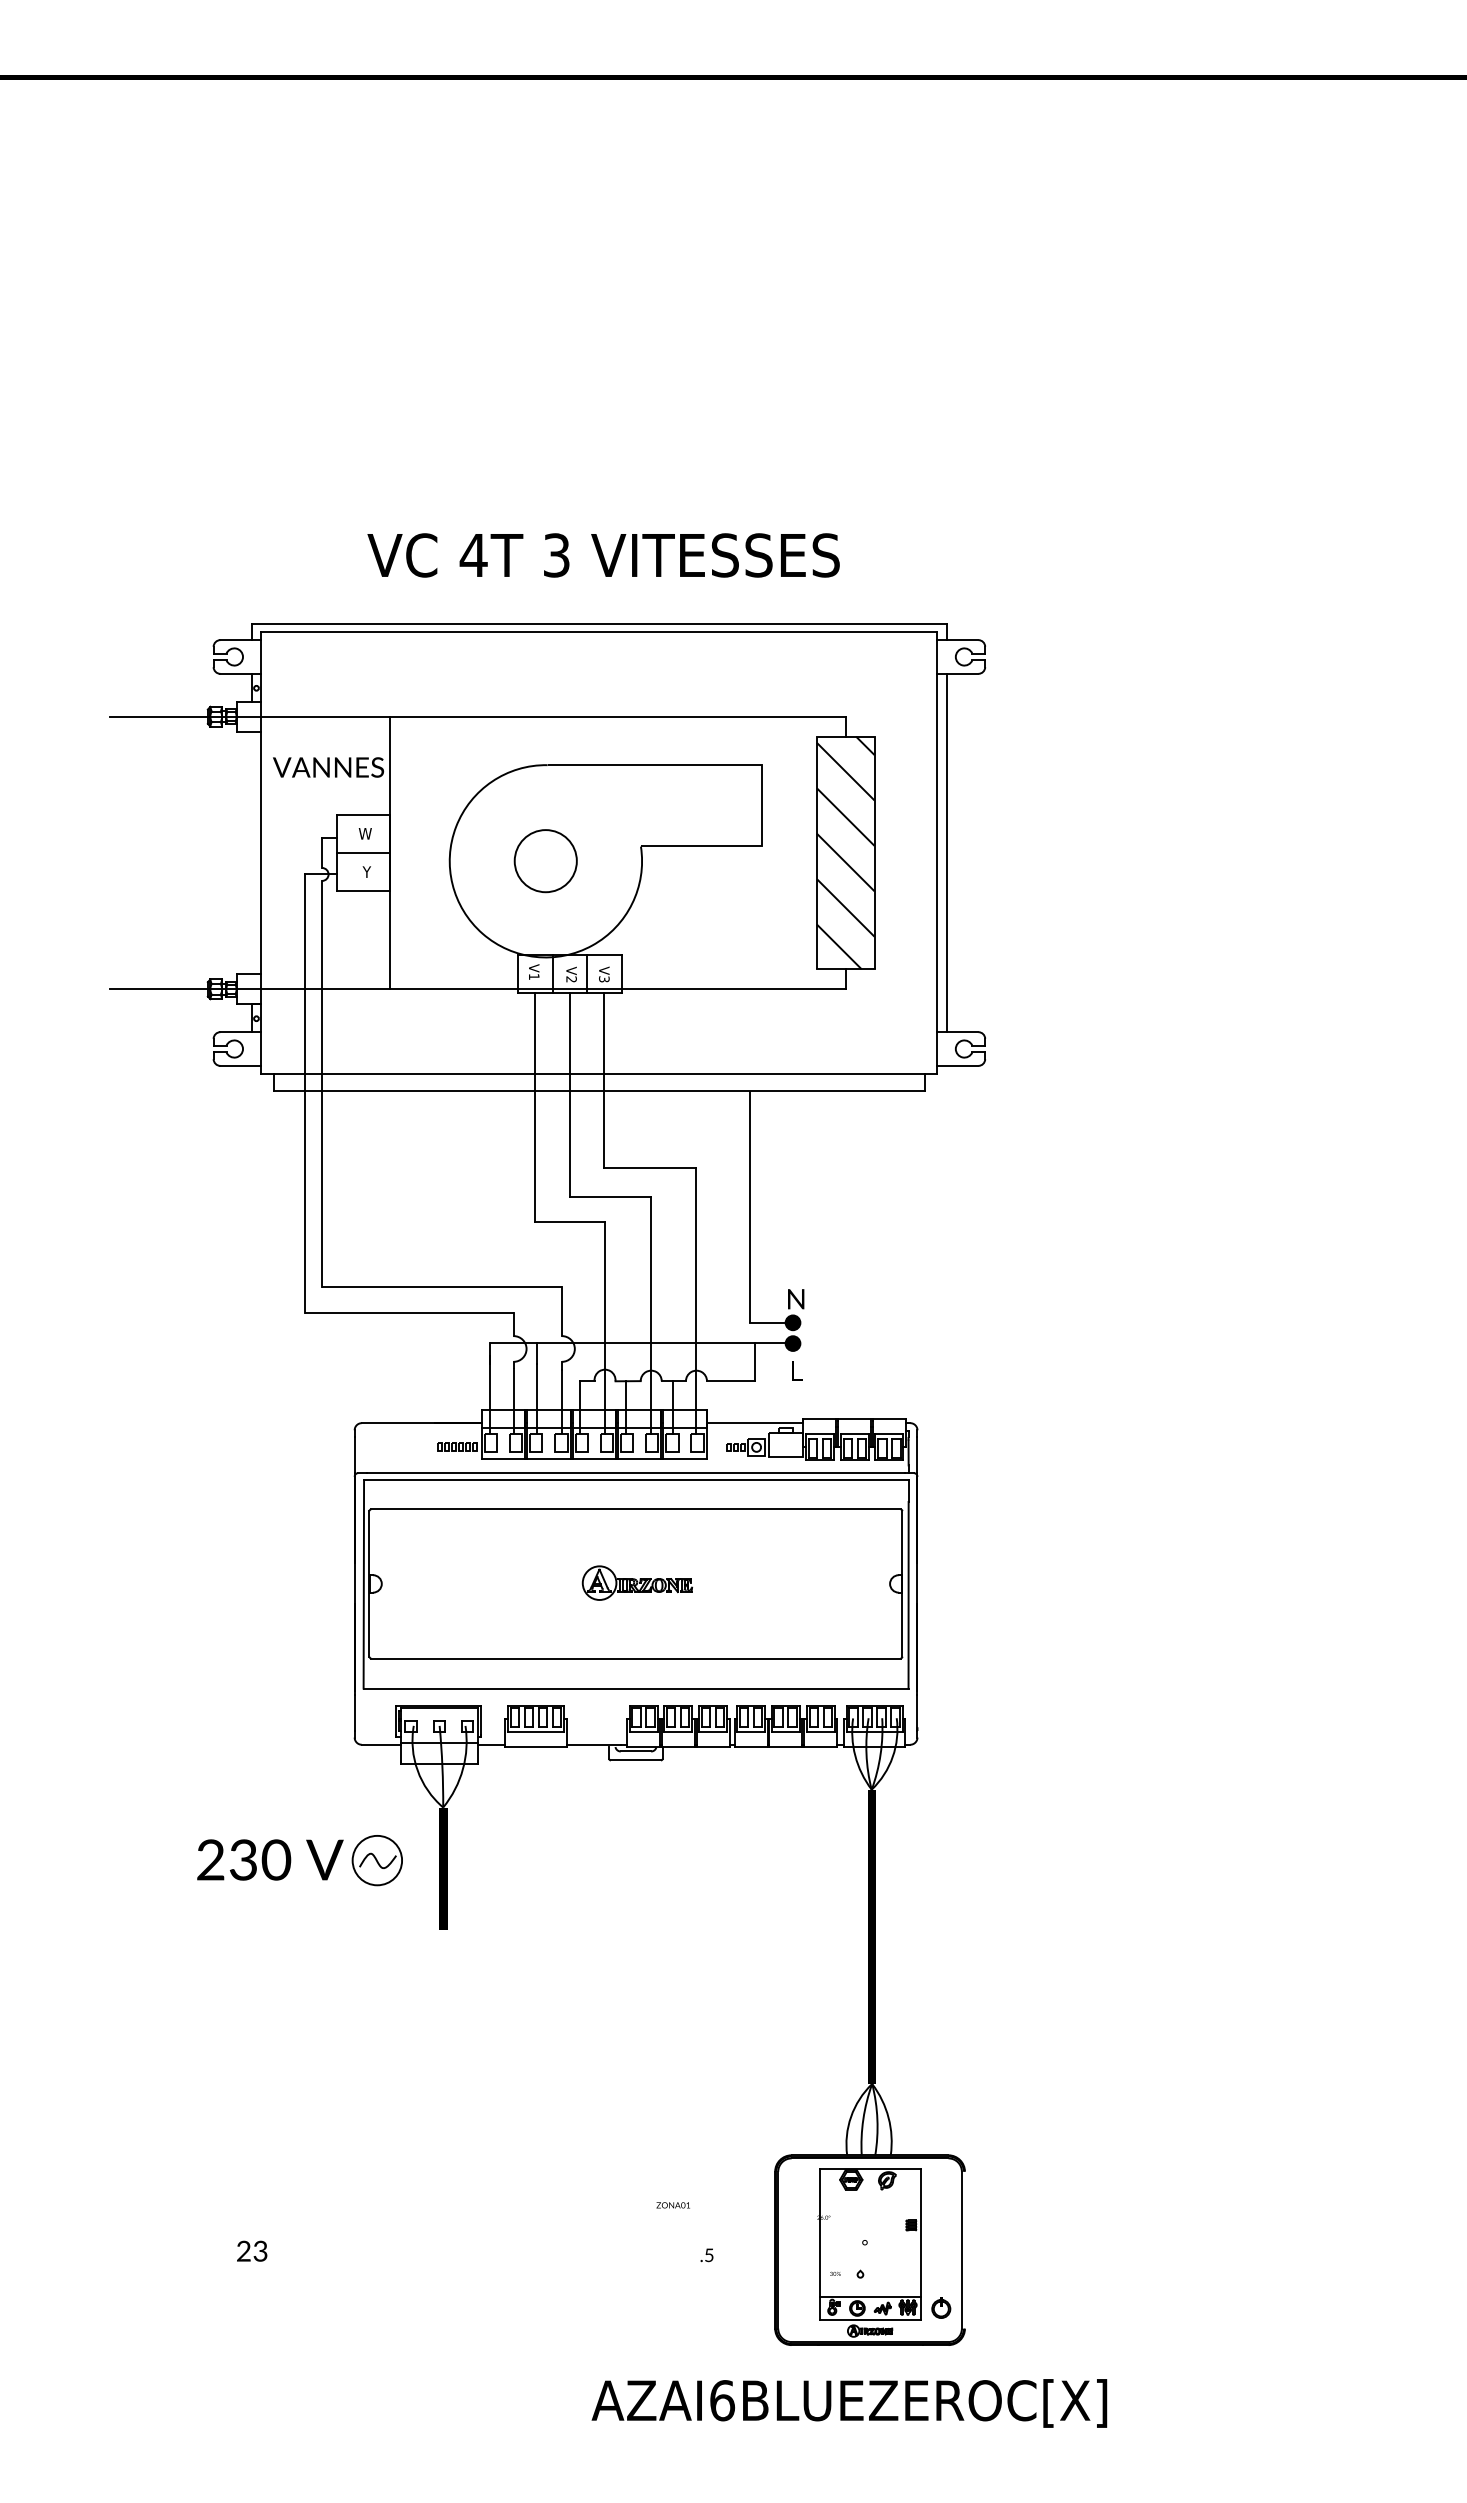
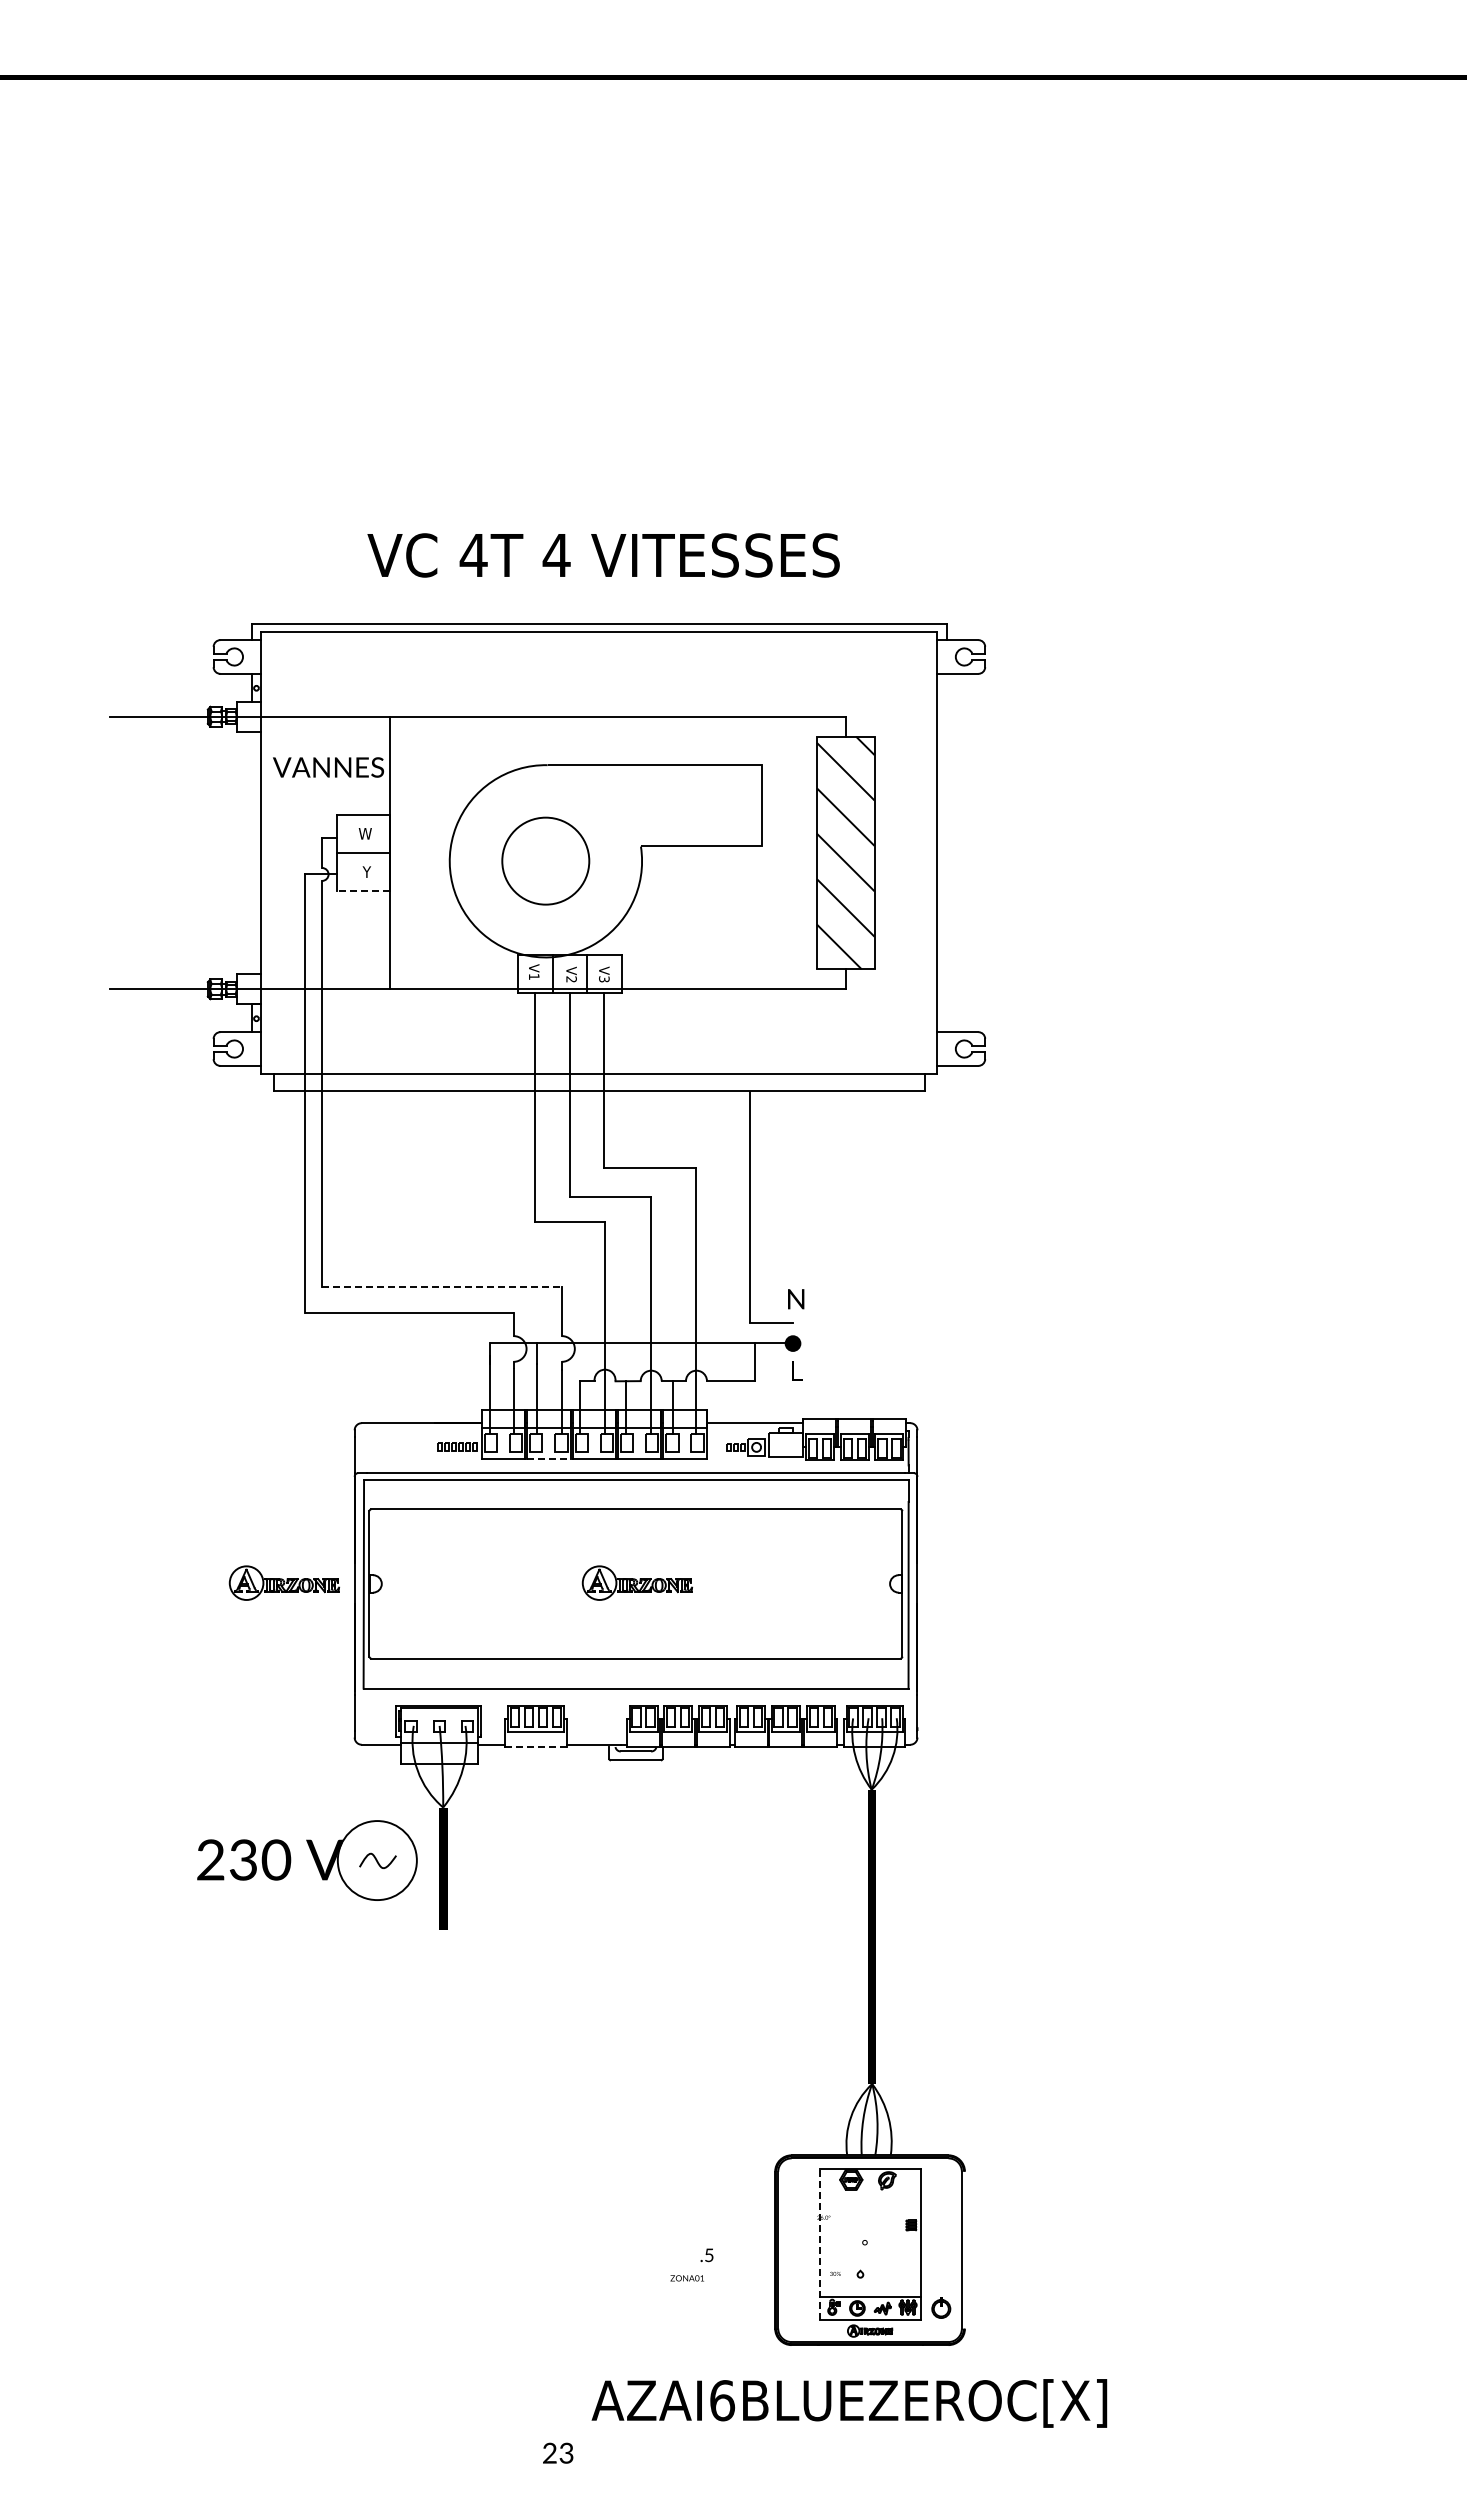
text at (556, 555): 3 -> 4
line at (947, 852): present -> none
circle at (545, 861) diameter: 62 px -> 87 px
line at (363, 891): solid -> dashed
line at (442, 1286): solid -> dashed
fill at (792, 1322): present -> none
line at (548, 1459): solid -> dashed
part at (283, 1582): none -> present
line at (535, 1747): solid -> dashed
circle at (377, 1860) diameter: 49 px -> 79 px
text at (672, 2205) position: (672, 2205) -> (686, 2278)
line at (819, 2244): solid -> dashed
text at (252, 2250) position: (252, 2250) -> (558, 2452)
